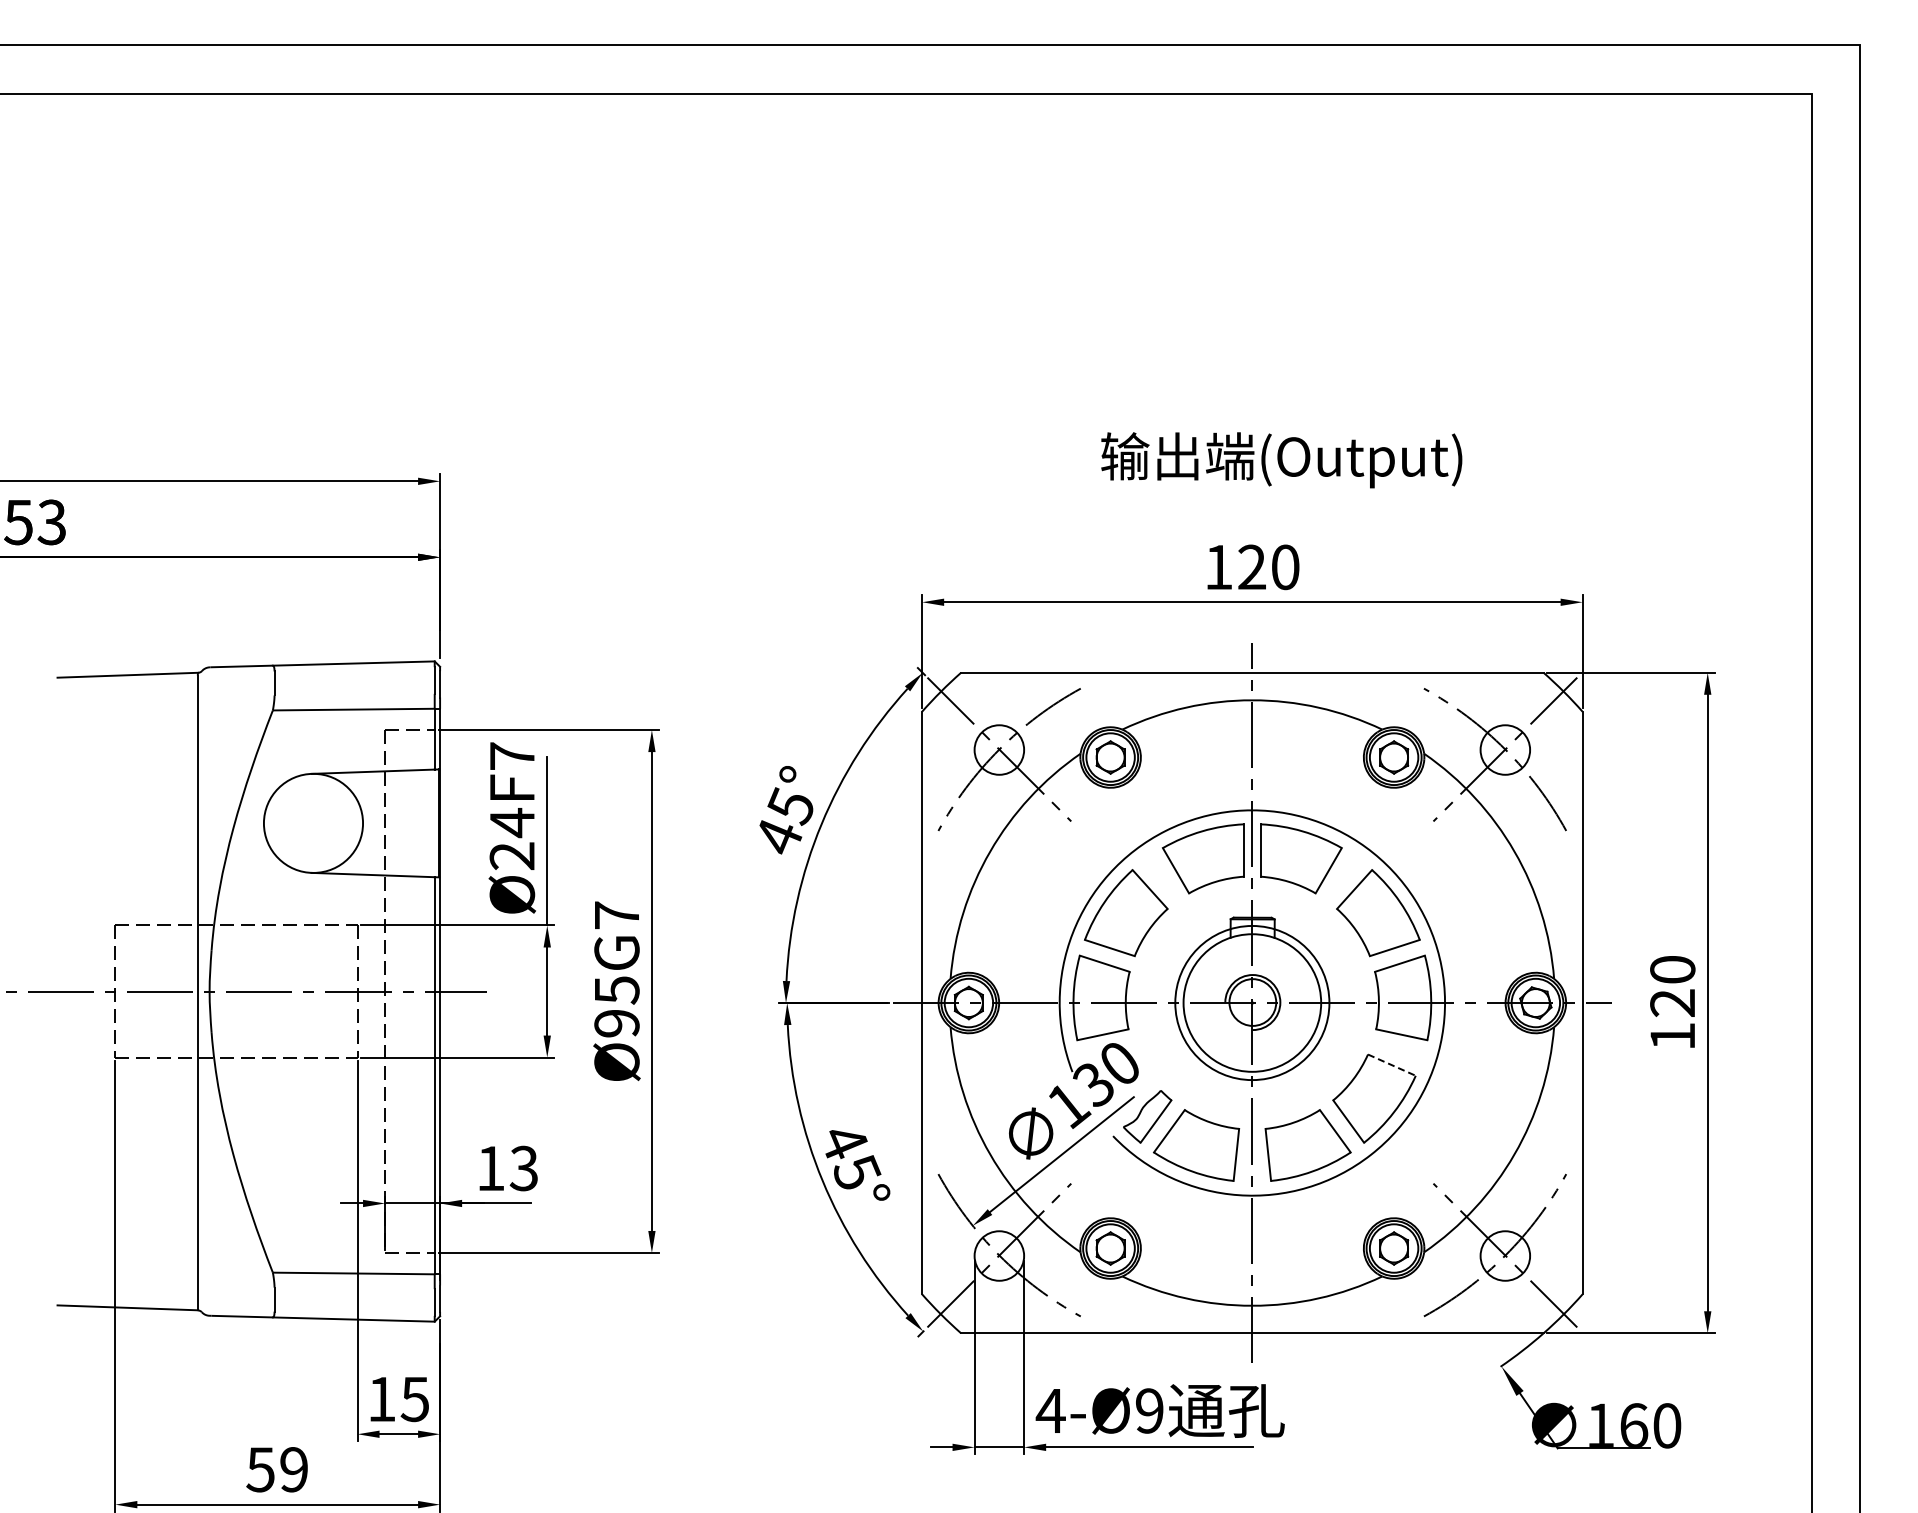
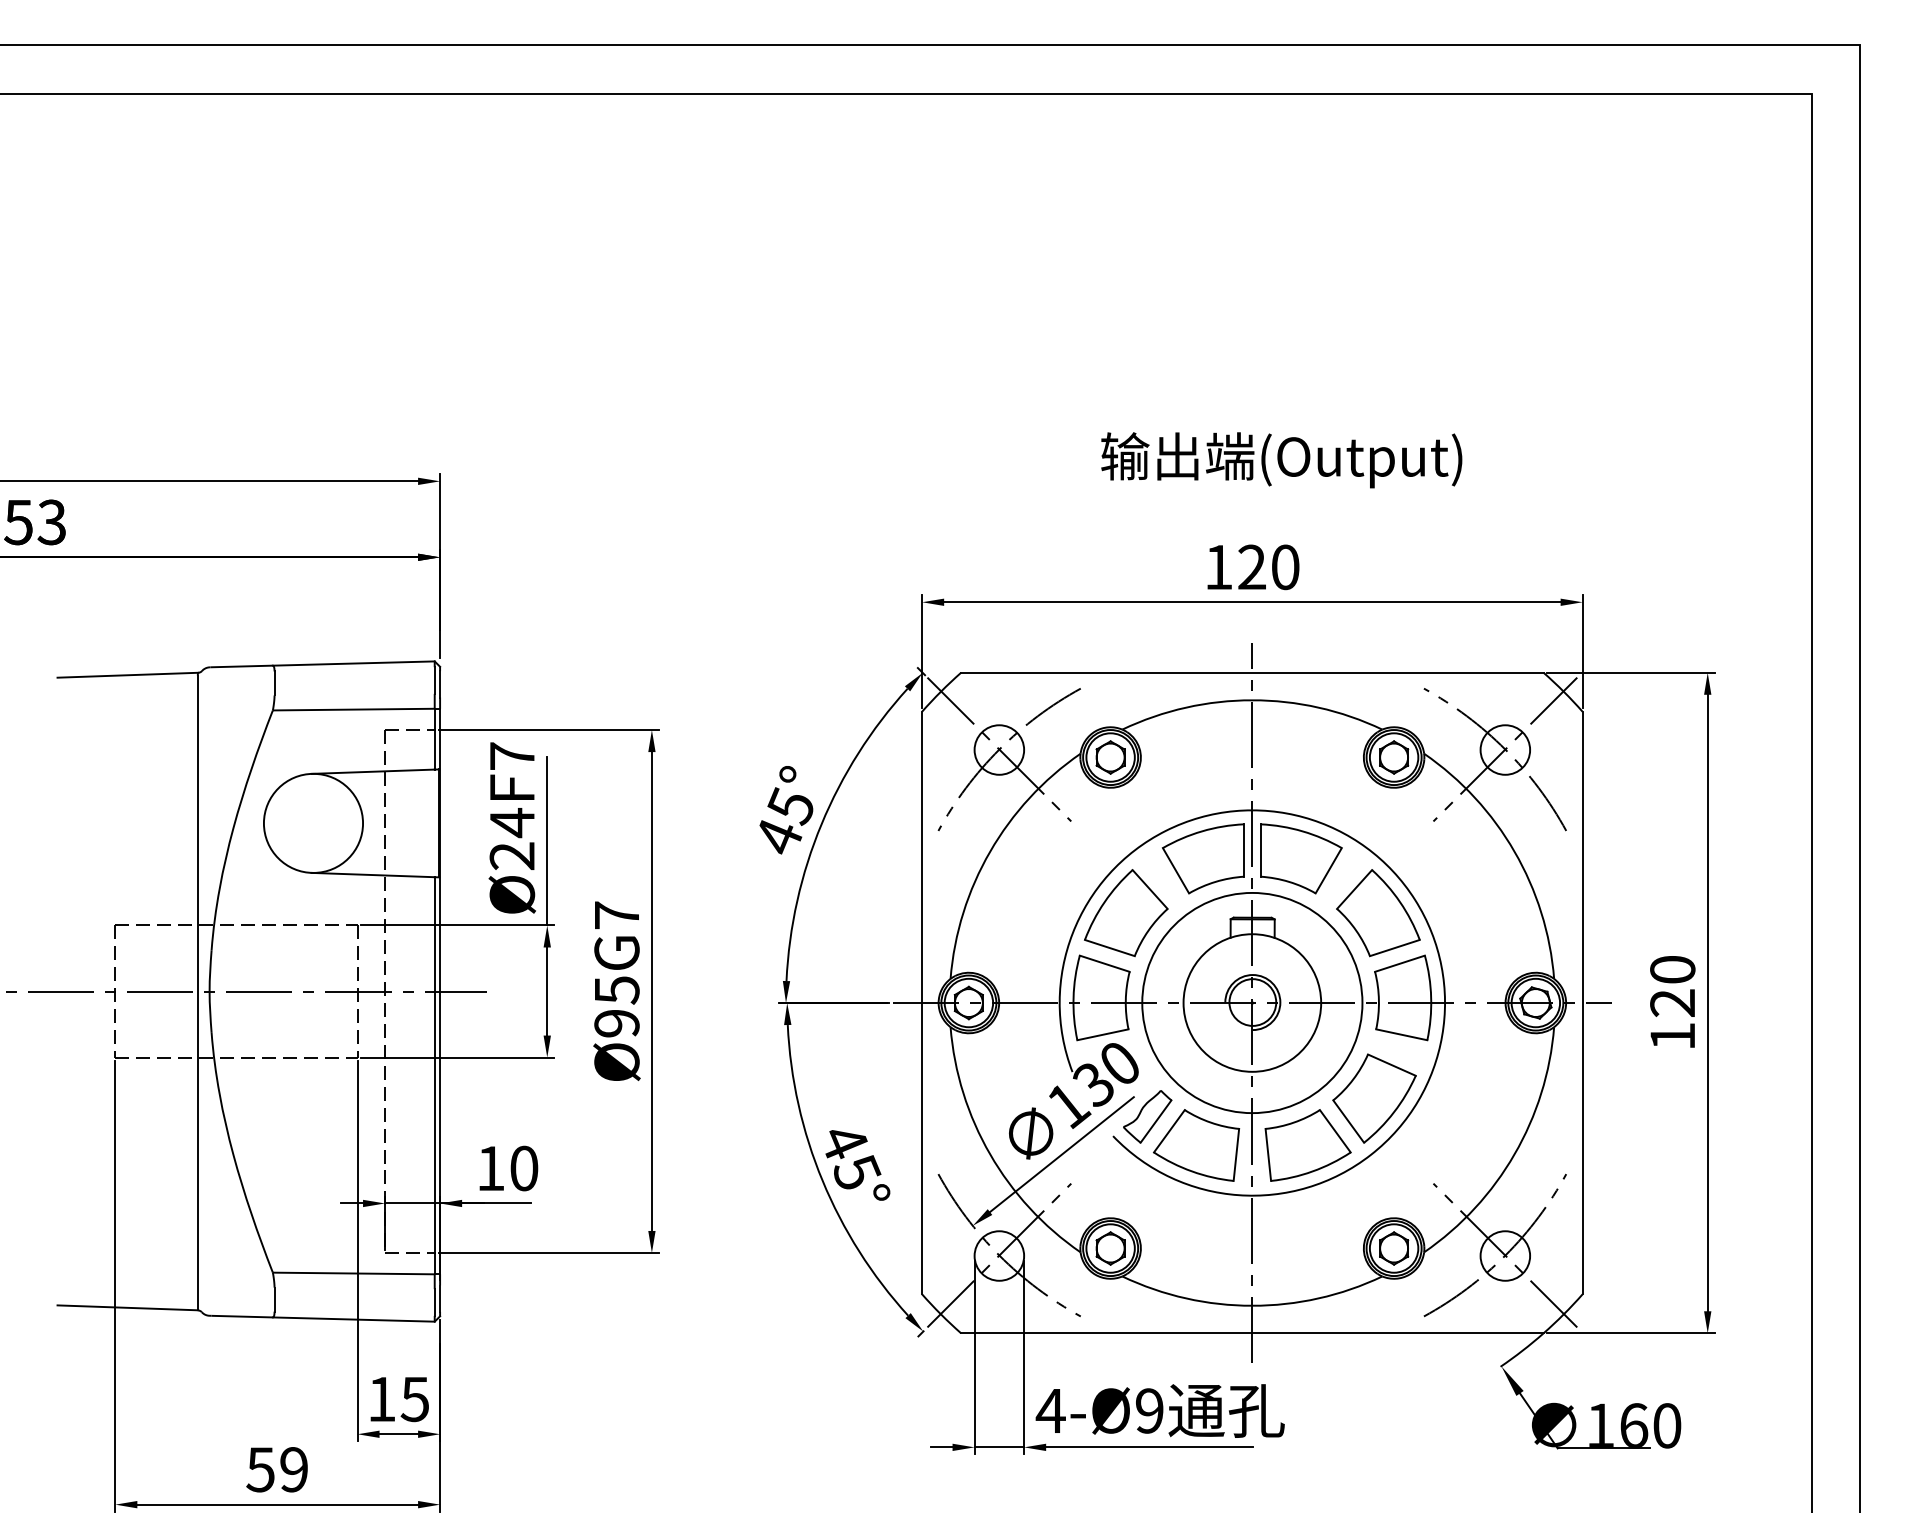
circle at (1252, 1002) diameter: 154 px -> 220 px
line at (1392, 1065): dashed -> solid
text at (523, 1168): 13 -> 10
